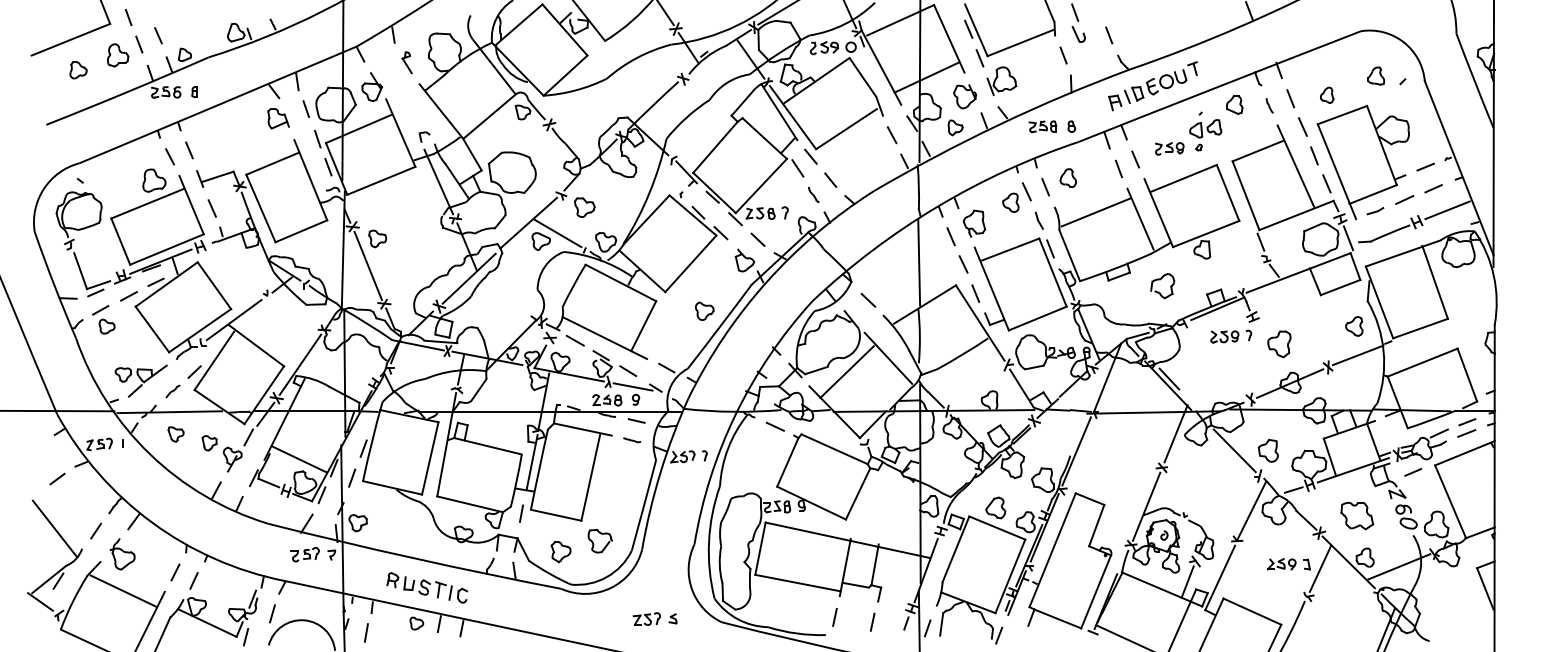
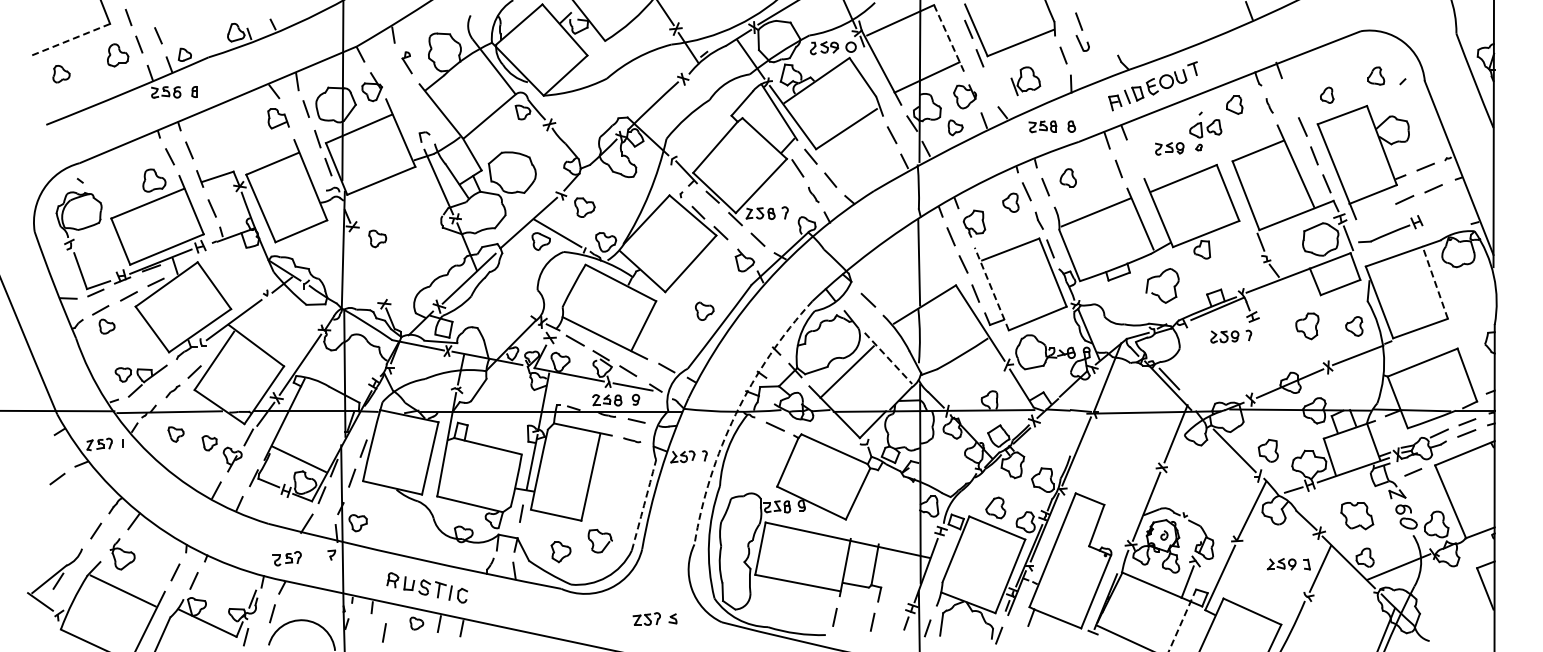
part at (1078, 22) position: (1078, 22) -> (1082, 31)
line at (1109, 35): present -> none
line at (70, 39): solid -> dashed
line at (949, 39): solid -> dashed
part at (78, 70) position: (78, 70) -> (61, 74)
part at (1001, 81) position: (1001, 81) -> (1025, 81)
line at (1290, 98): present -> none
line at (1135, 159): present -> none
line at (1447, 210): present -> none
line at (1375, 211): present -> none
line at (367, 265): present -> none
line at (1435, 282): solid -> dashed
part at (1162, 286) size: 26x27 px -> 35x36 px
line at (991, 289): solid -> dashed
part at (1279, 344) position: (1279, 344) -> (1307, 326)
line at (888, 358): solid -> dashed
arc at (735, 414): solid -> dashed
arc at (644, 505): solid -> dashed
line at (54, 528): present -> none
part at (304, 554) position: (304, 554) -> (286, 558)
line at (1182, 620): solid -> dashed
line at (366, 632) position: (366, 632) -> (384, 632)
